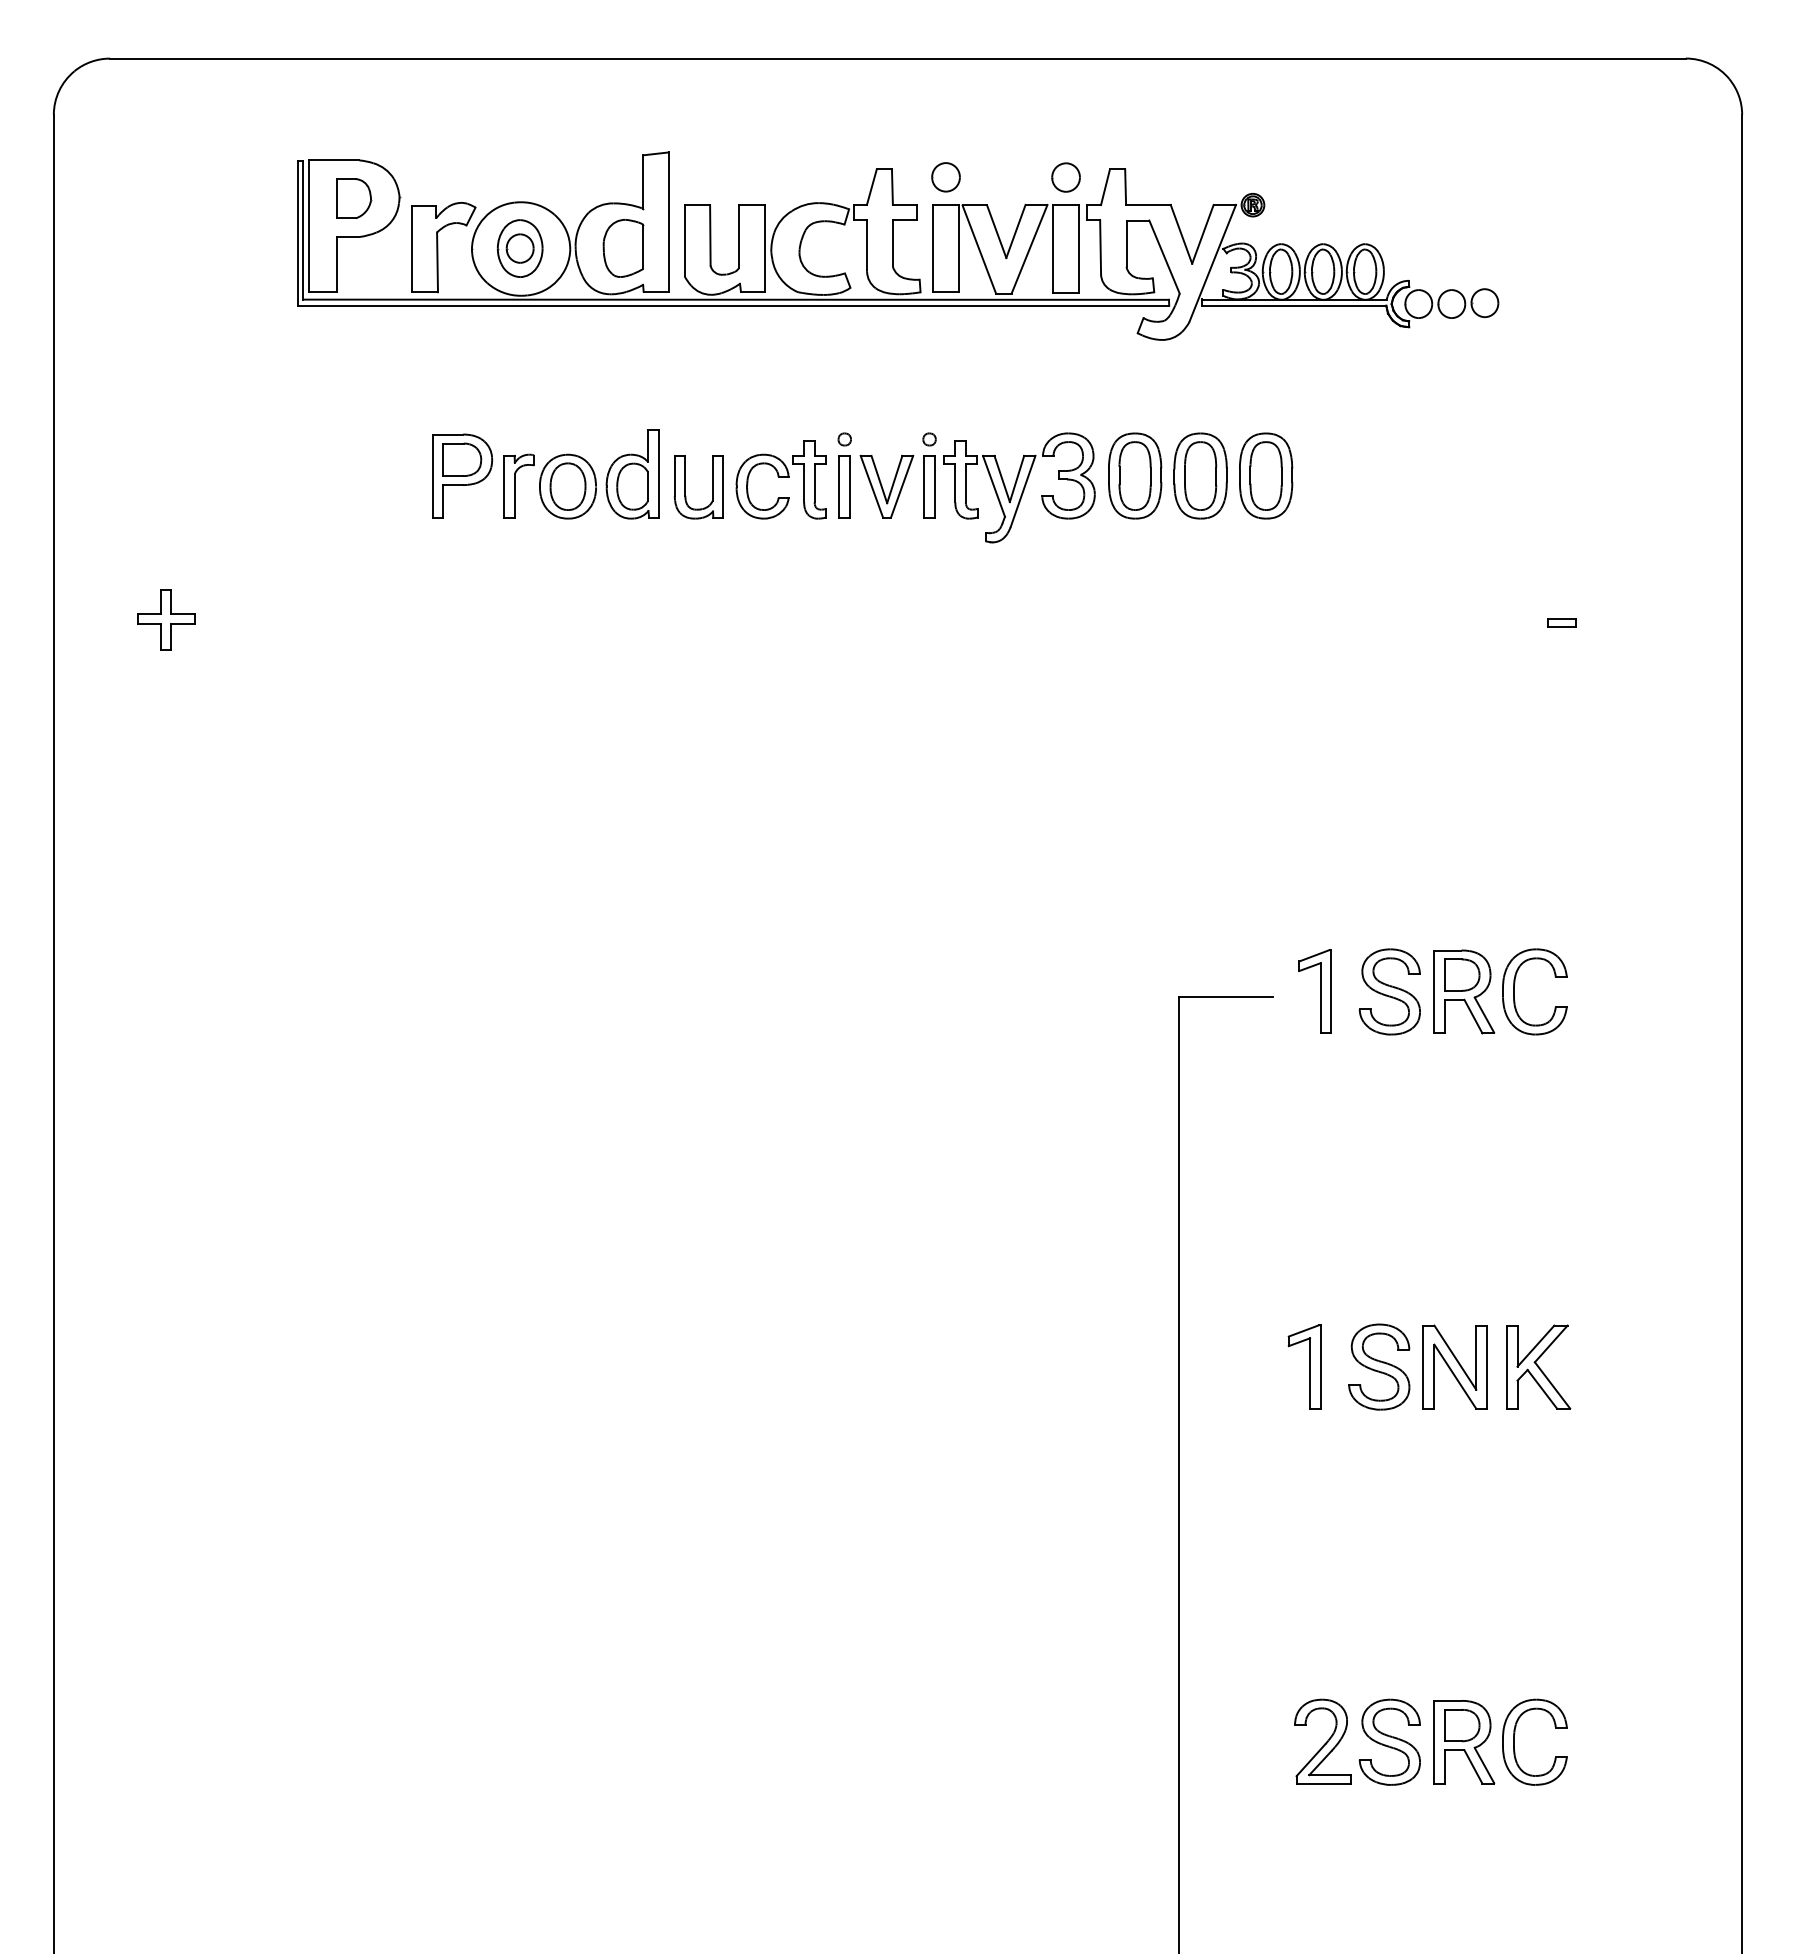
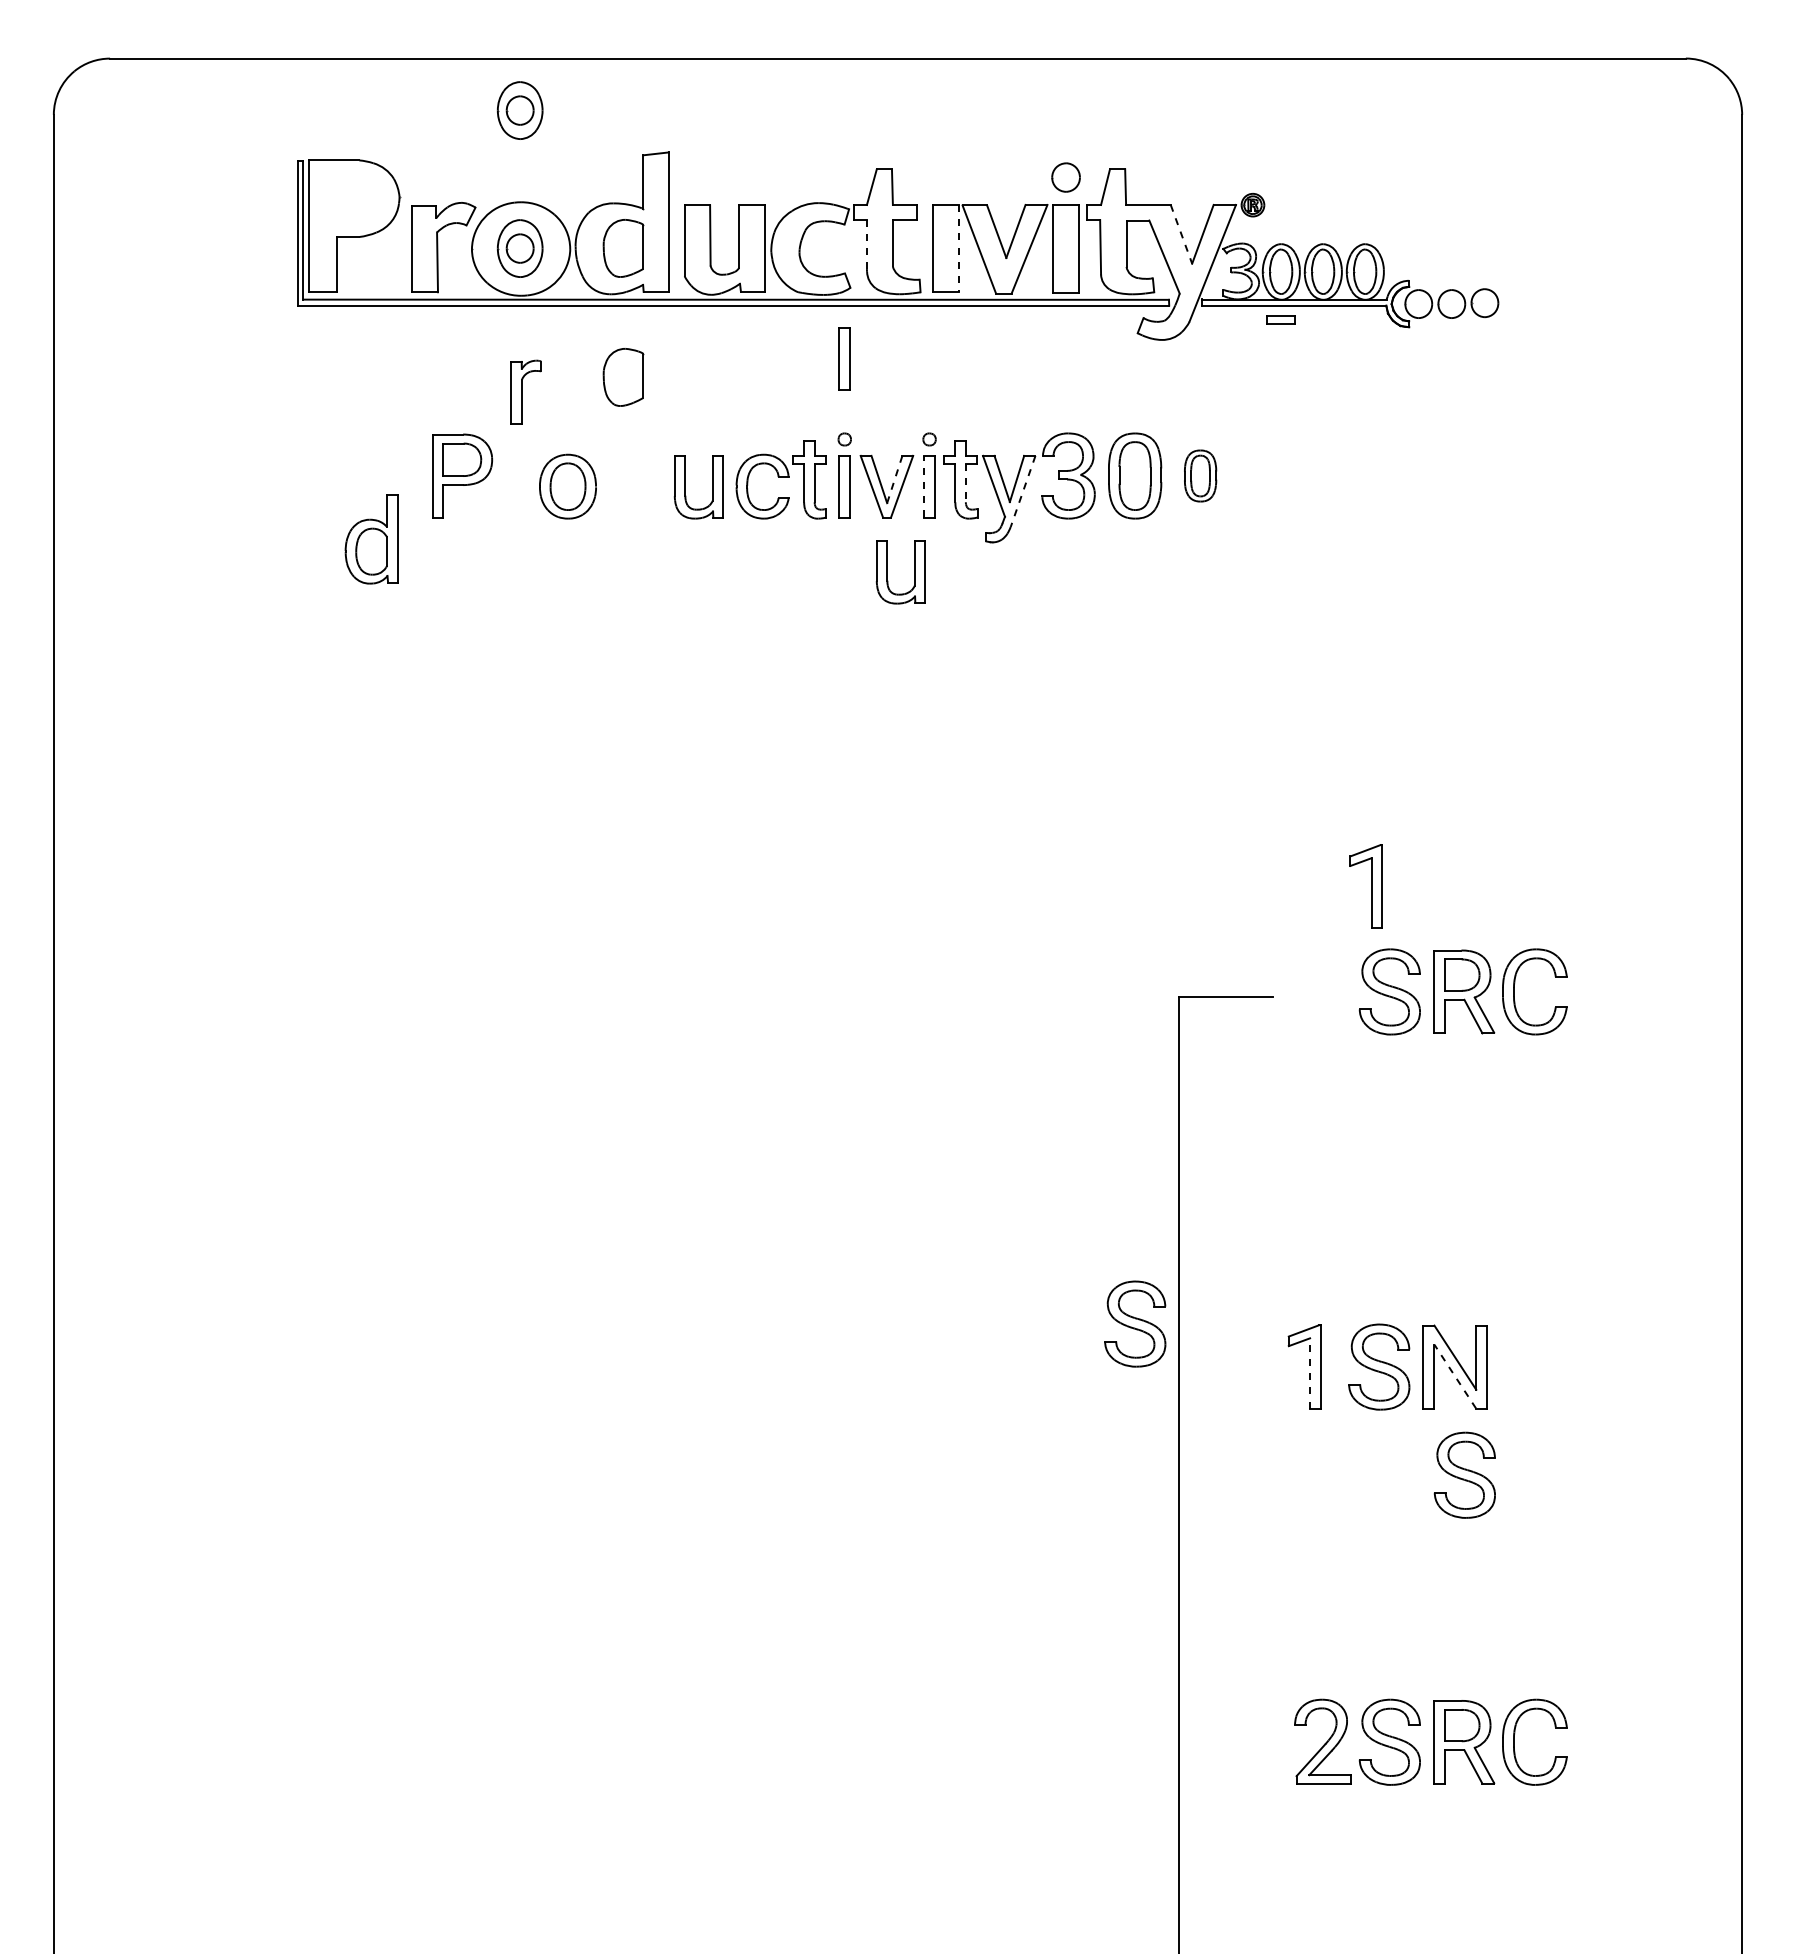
part at (520, 110): none -> present
part at (945, 177): present -> none
part at (354, 198): present -> none
line at (1181, 234): solid -> dashed
line at (866, 244): solid -> dashed
line at (958, 248): solid -> dashed
part at (844, 358): none -> present
part at (623, 377): none -> present
part at (632, 474) position: (632, 474) -> (371, 539)
part at (1200, 475) size: 55x88 px -> 34x54 px
part at (1266, 475): present -> none
line at (894, 479): solid -> dashed
line at (965, 483): solid -> dashed
part at (518, 485) position: (518, 485) -> (525, 391)
line at (924, 486): solid -> dashed
line at (1023, 491): solid -> dashed
part at (887, 572): none -> present
part at (166, 619): present -> none
part at (1561, 622) position: (1561, 622) -> (1280, 319)
part at (1314, 991) position: (1314, 991) -> (1365, 886)
part at (1135, 1323): none -> present
part at (1538, 1366): present -> none
line at (1310, 1372): solid -> dashed
line at (1455, 1376): solid -> dashed
part at (1464, 1474): none -> present
